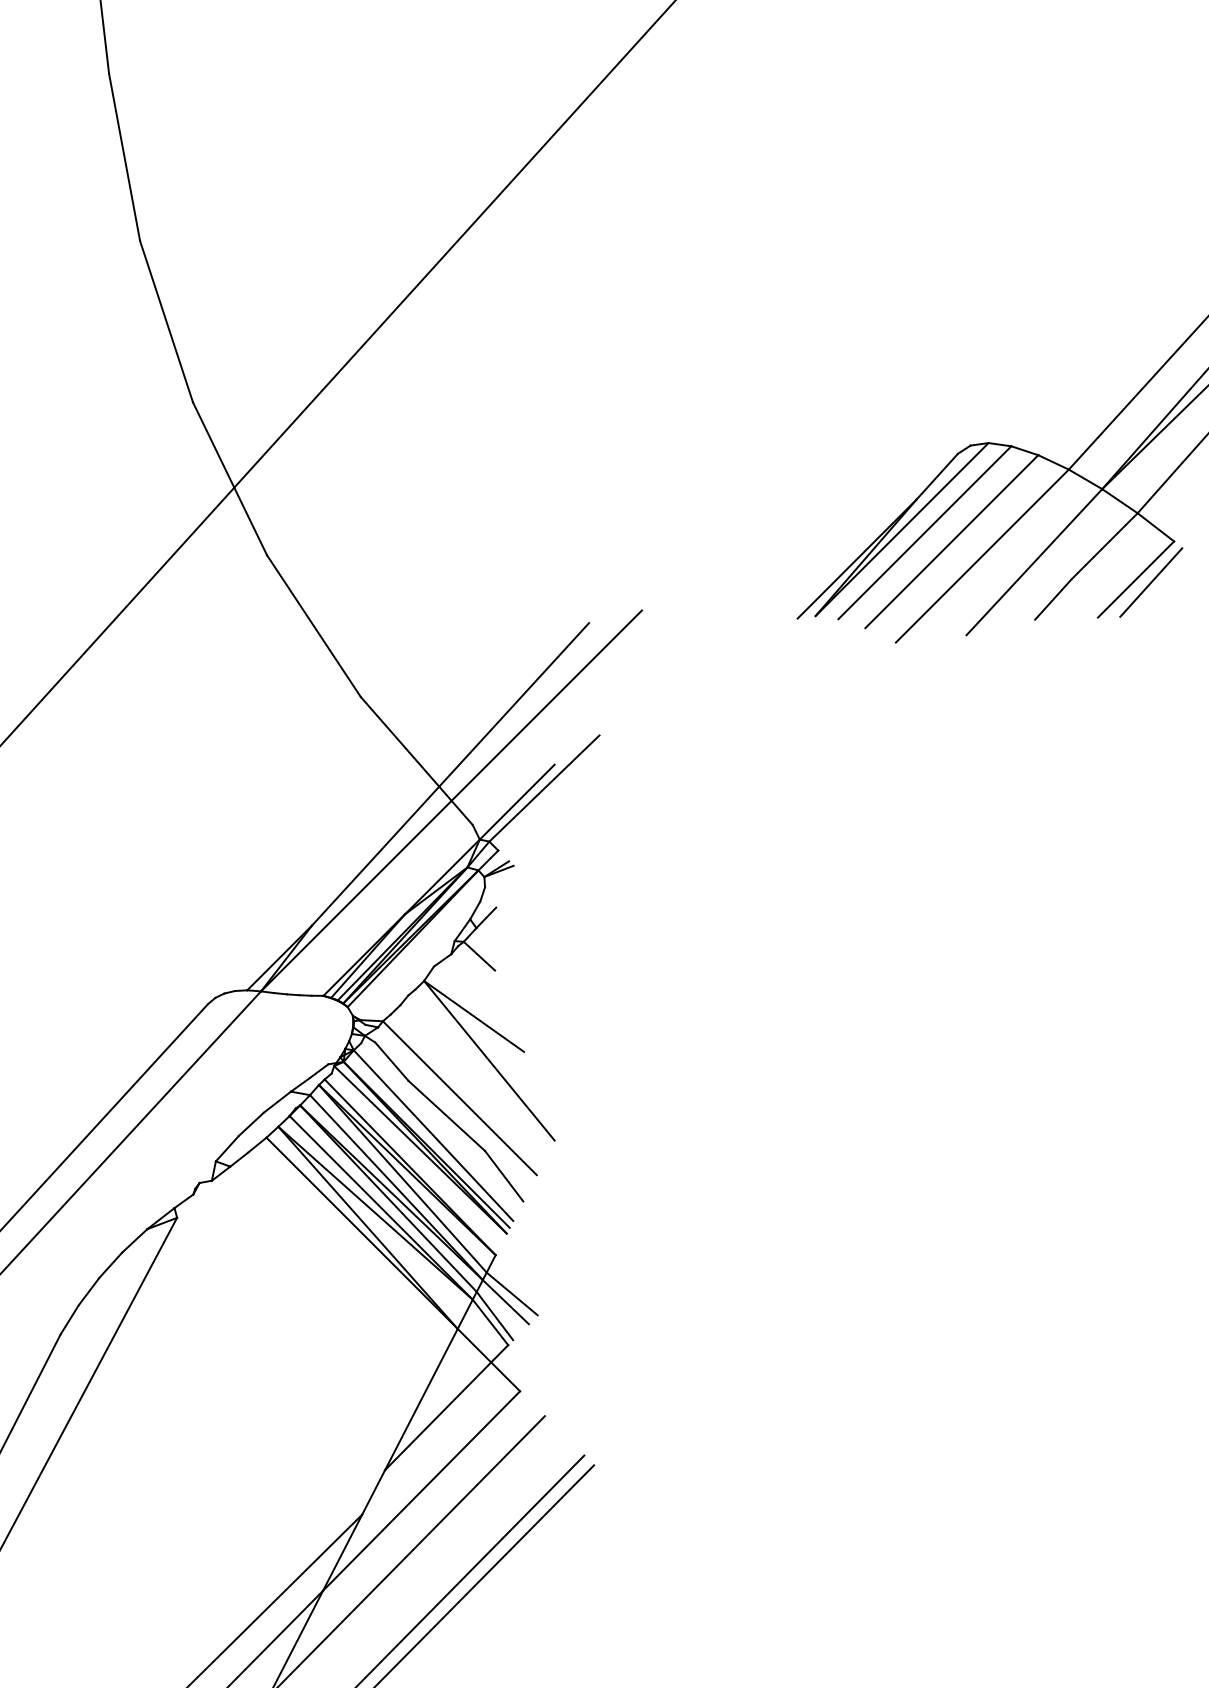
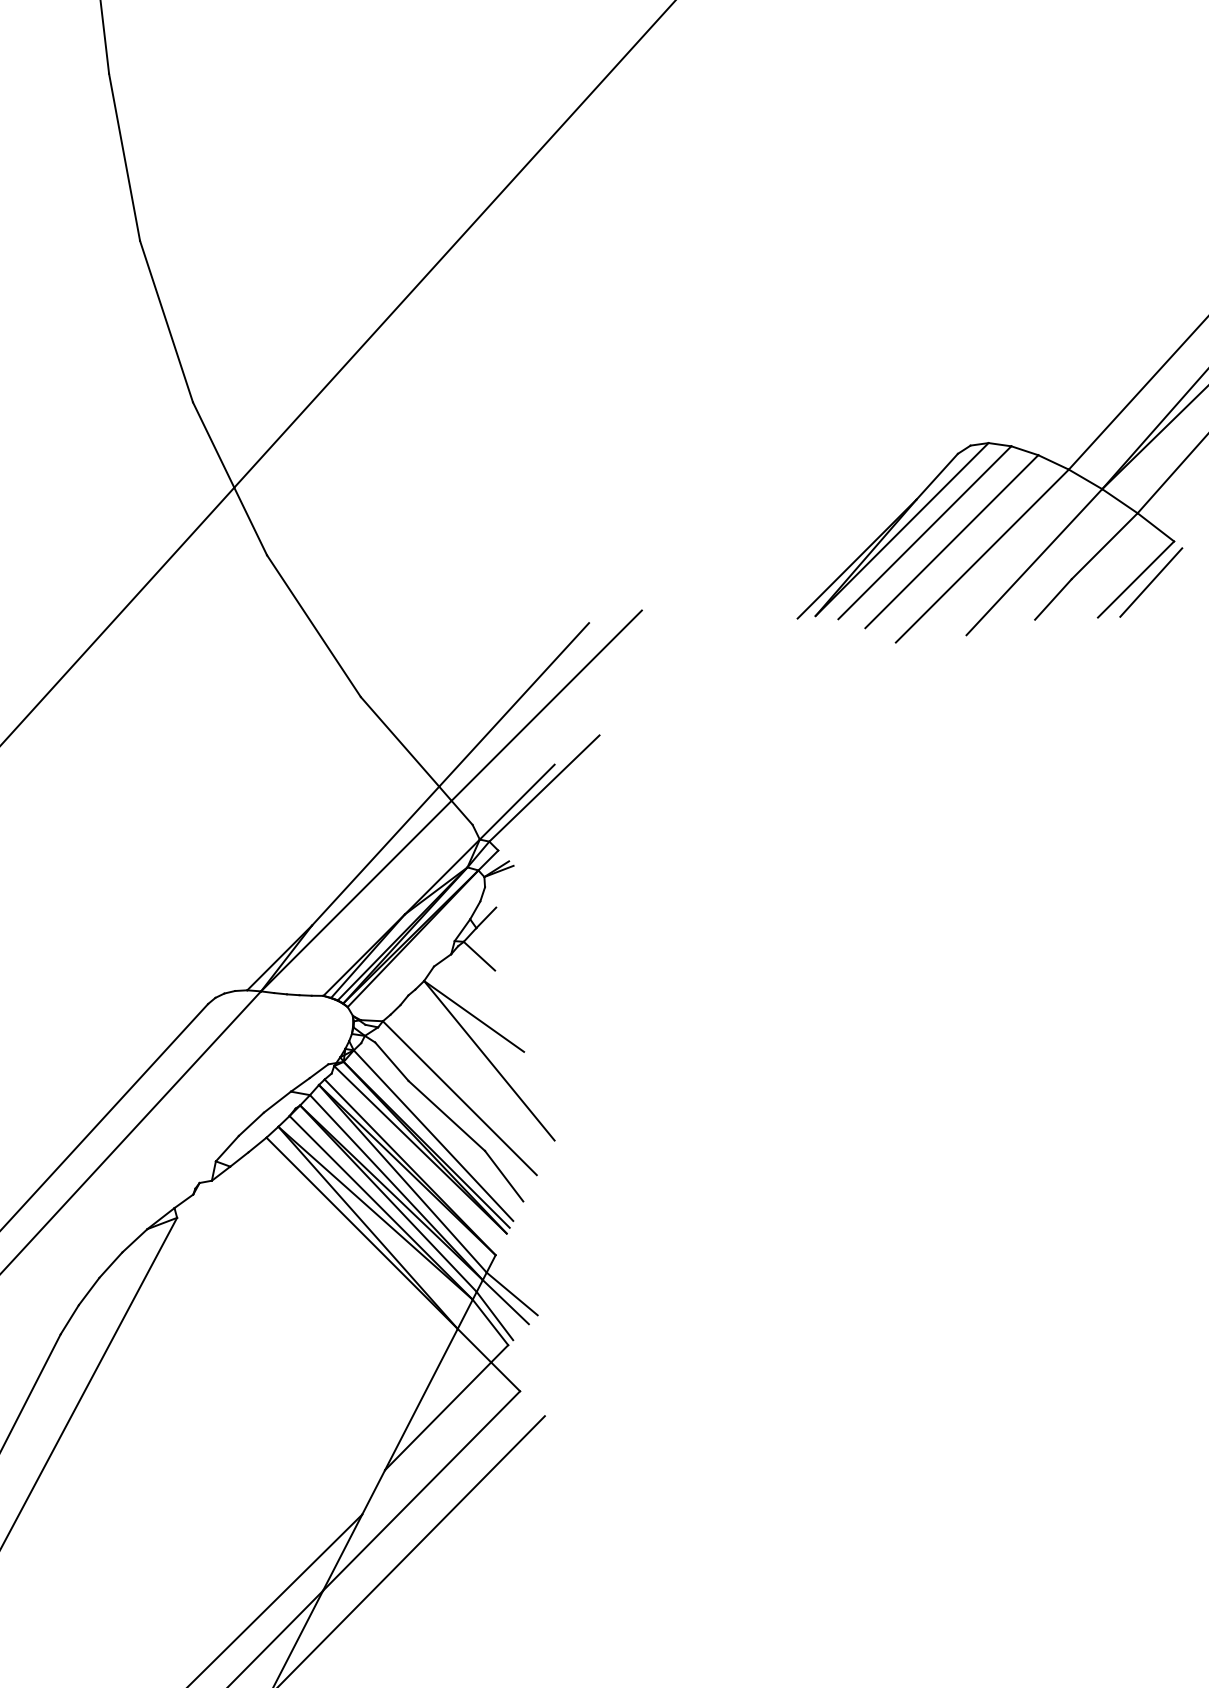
line at (471, 1569): present -> none
line at (485, 1574): present -> none
